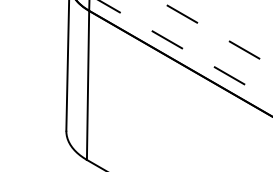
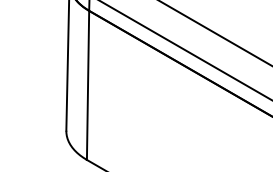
line at (215, 33): dashed -> solid
line at (185, 50): dashed -> solid
